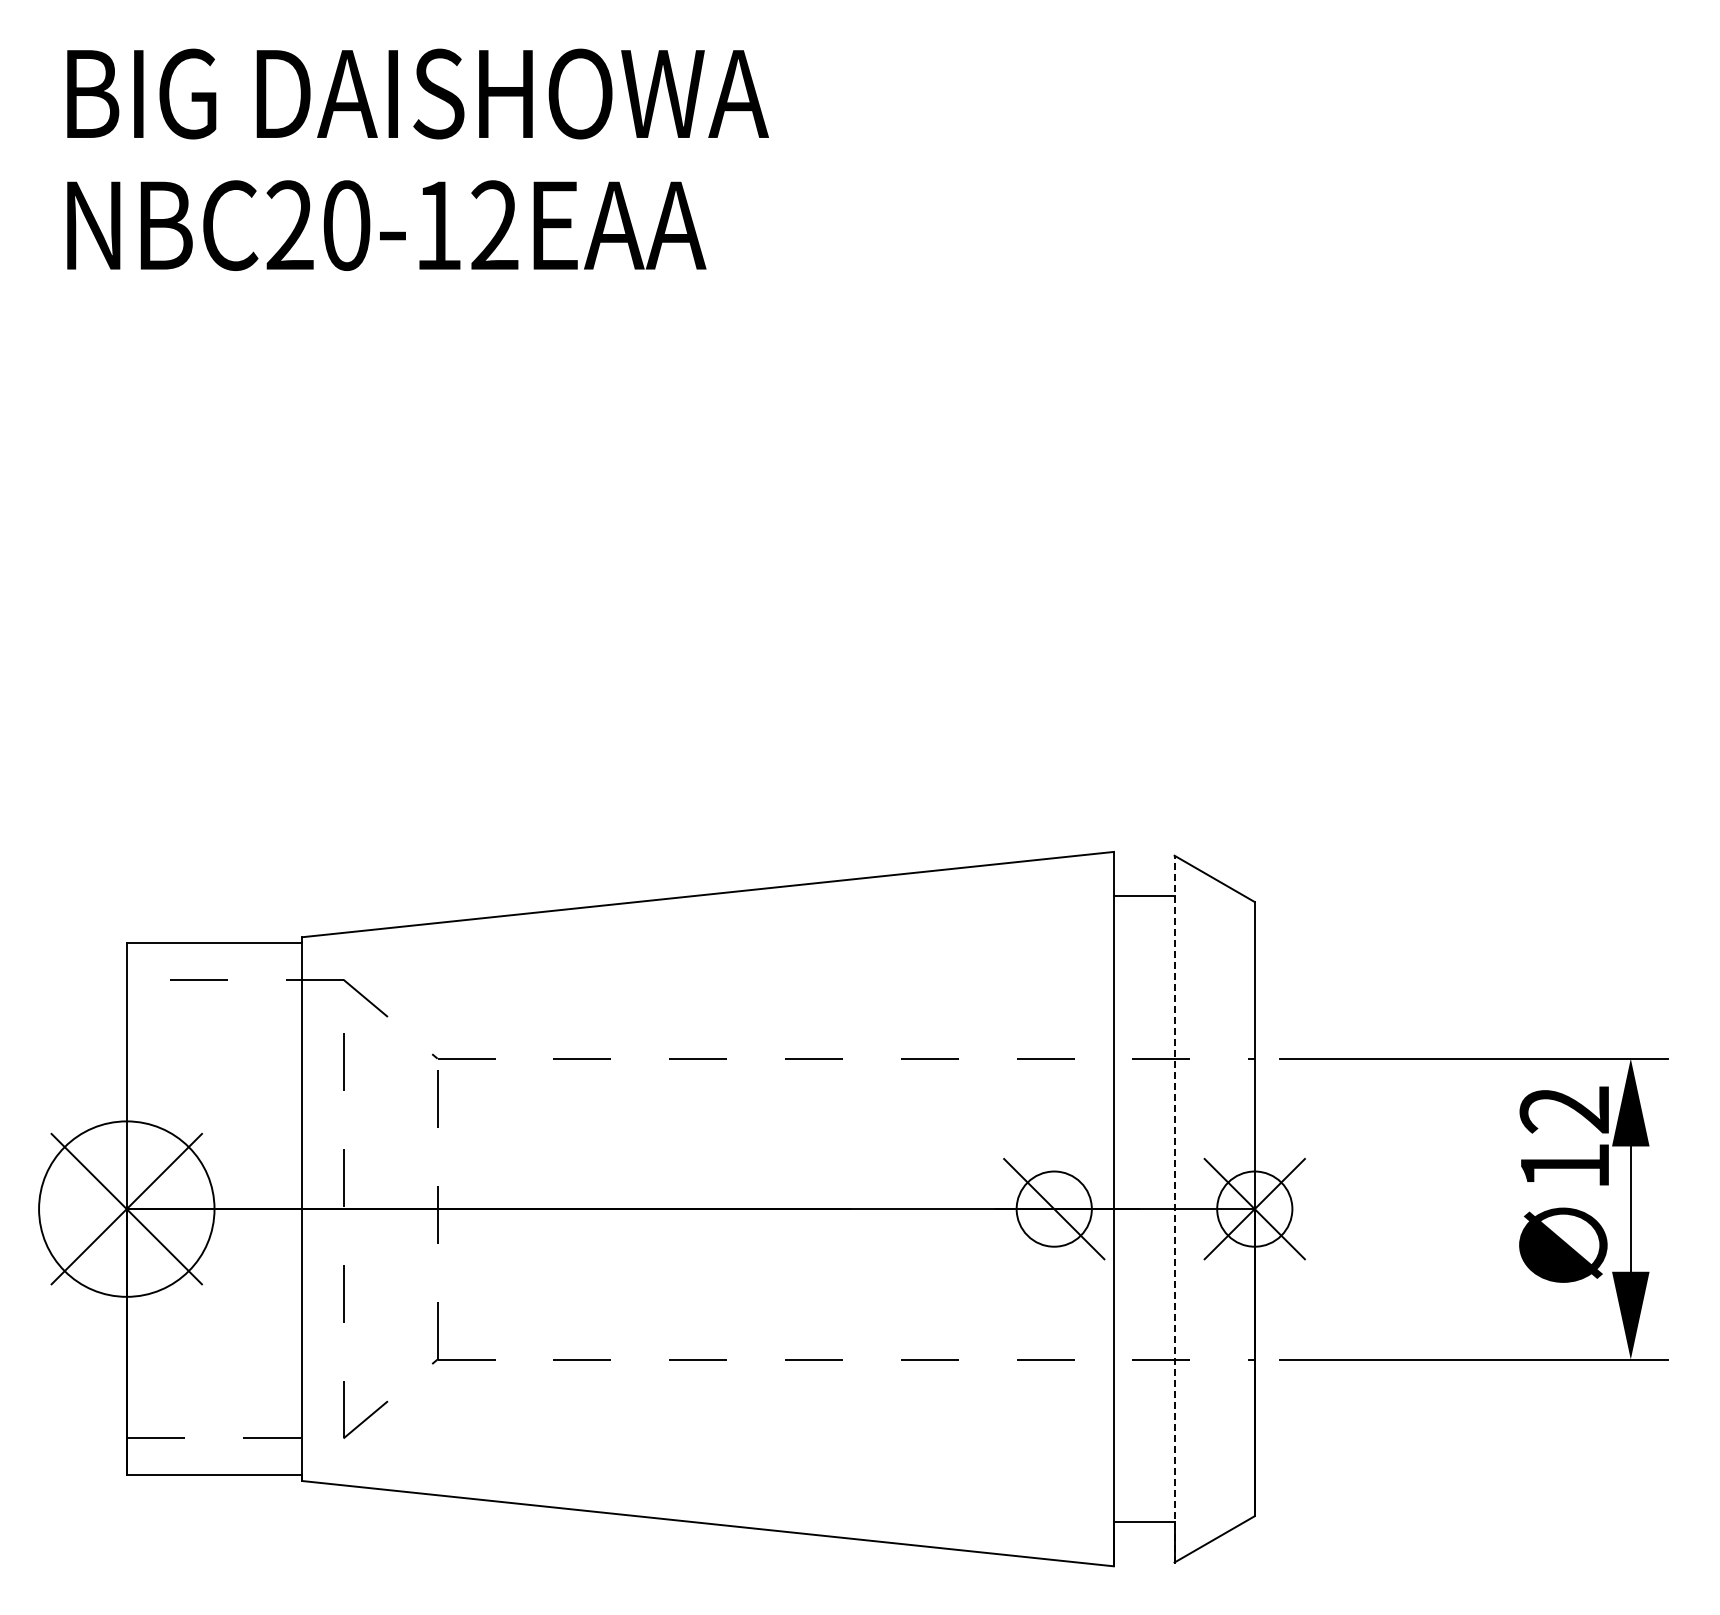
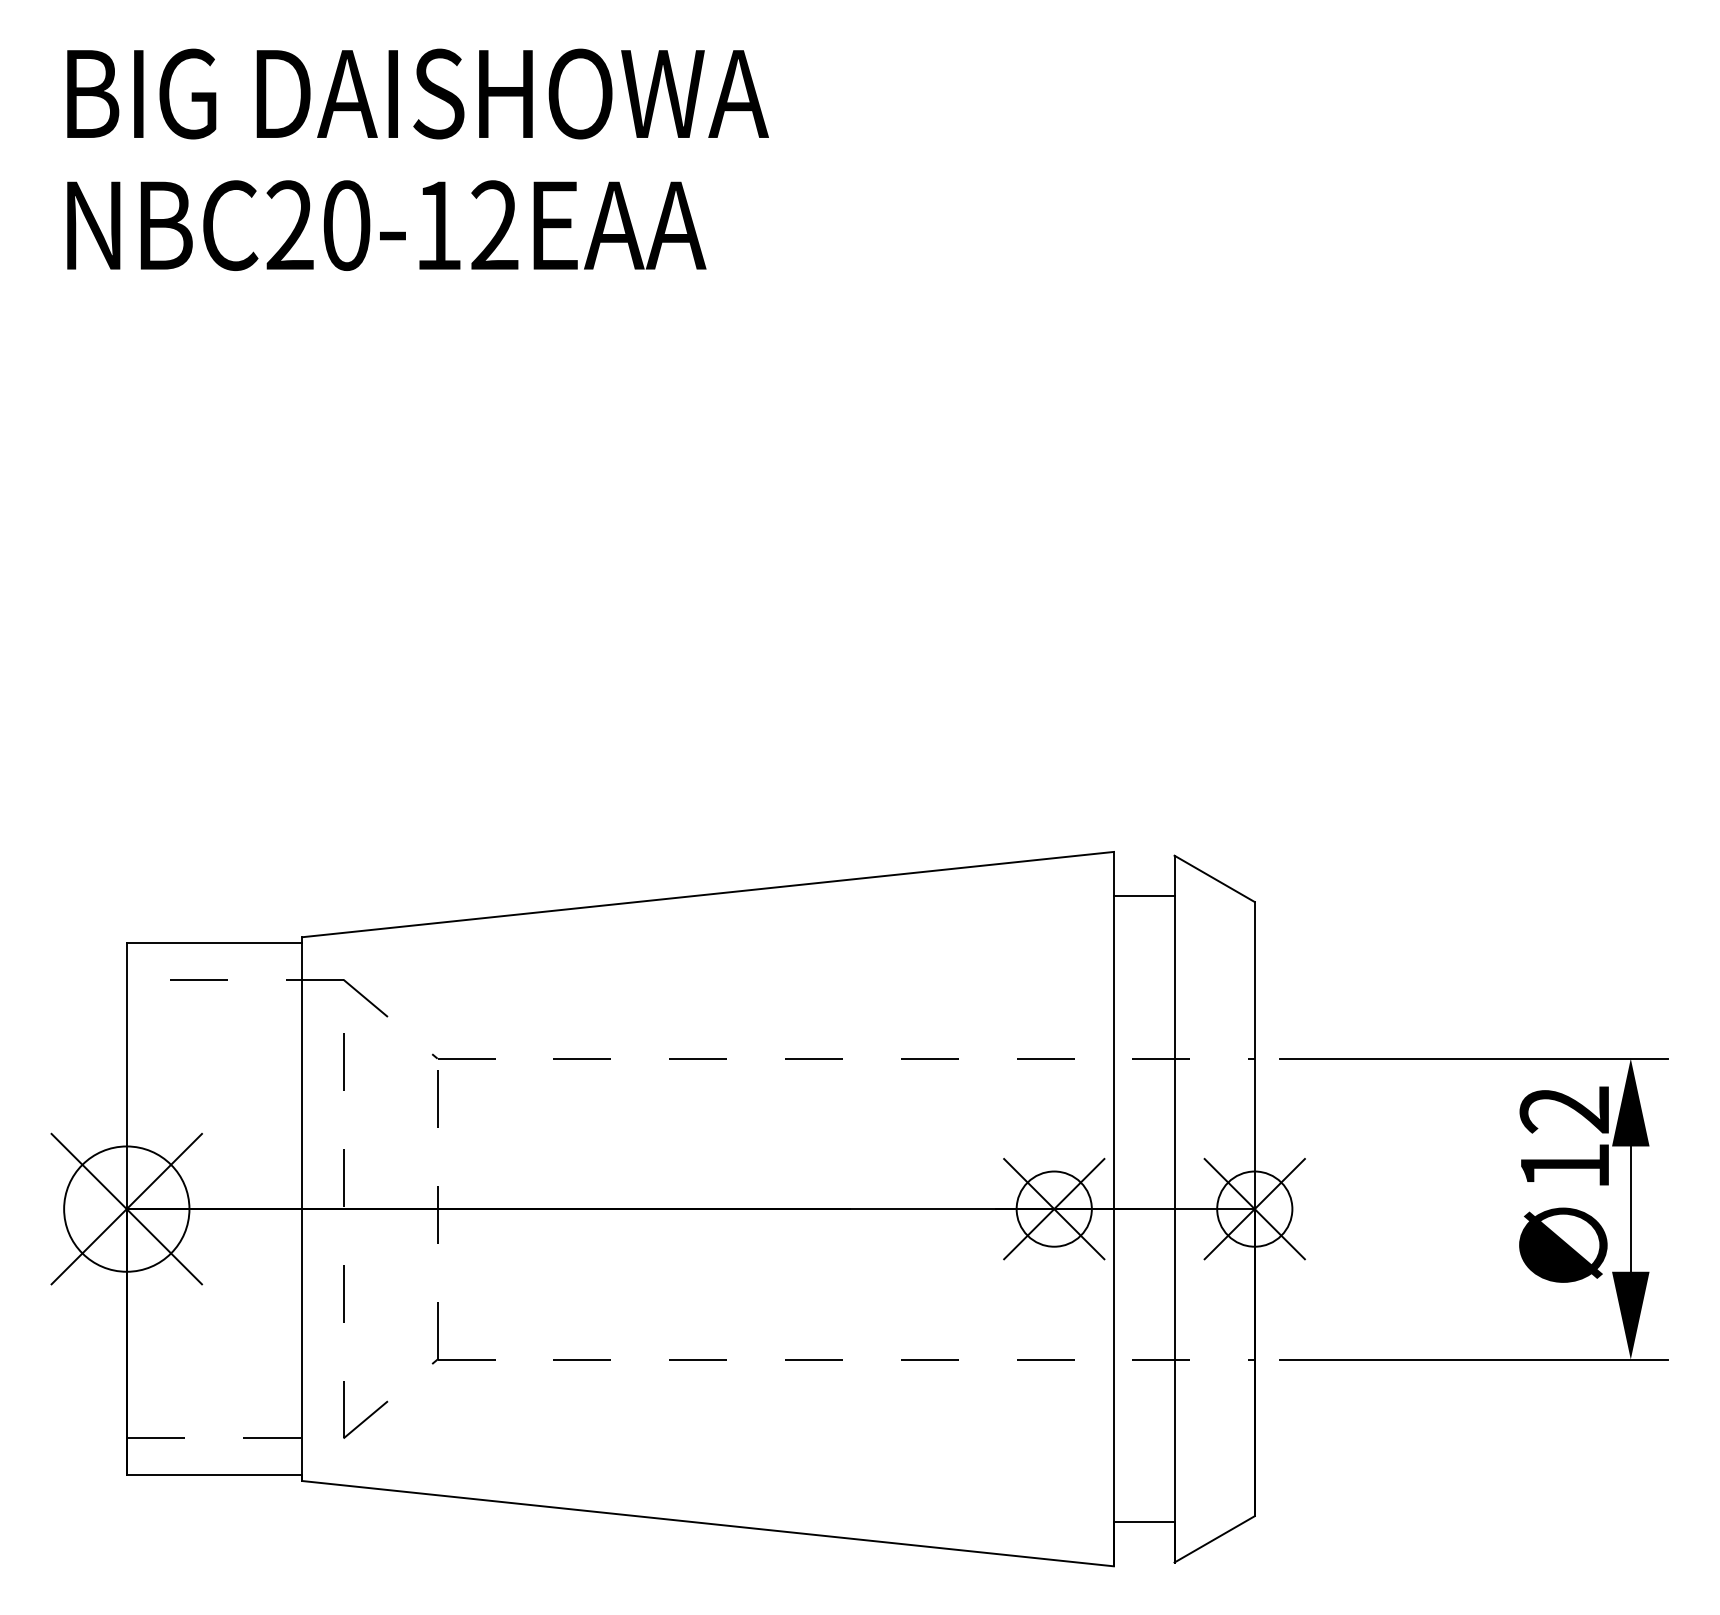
circle at (126, 1208) diameter: 175 px -> 125 px
line at (1054, 1208): none -> present
line at (1174, 1208): dashed -> solid
